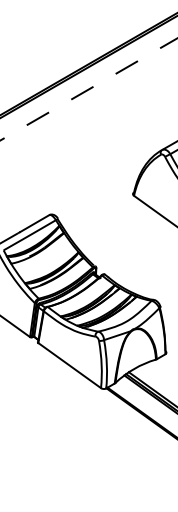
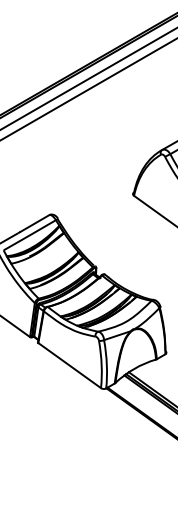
line at (88, 78): none -> present
line at (88, 89): dashed -> solid
